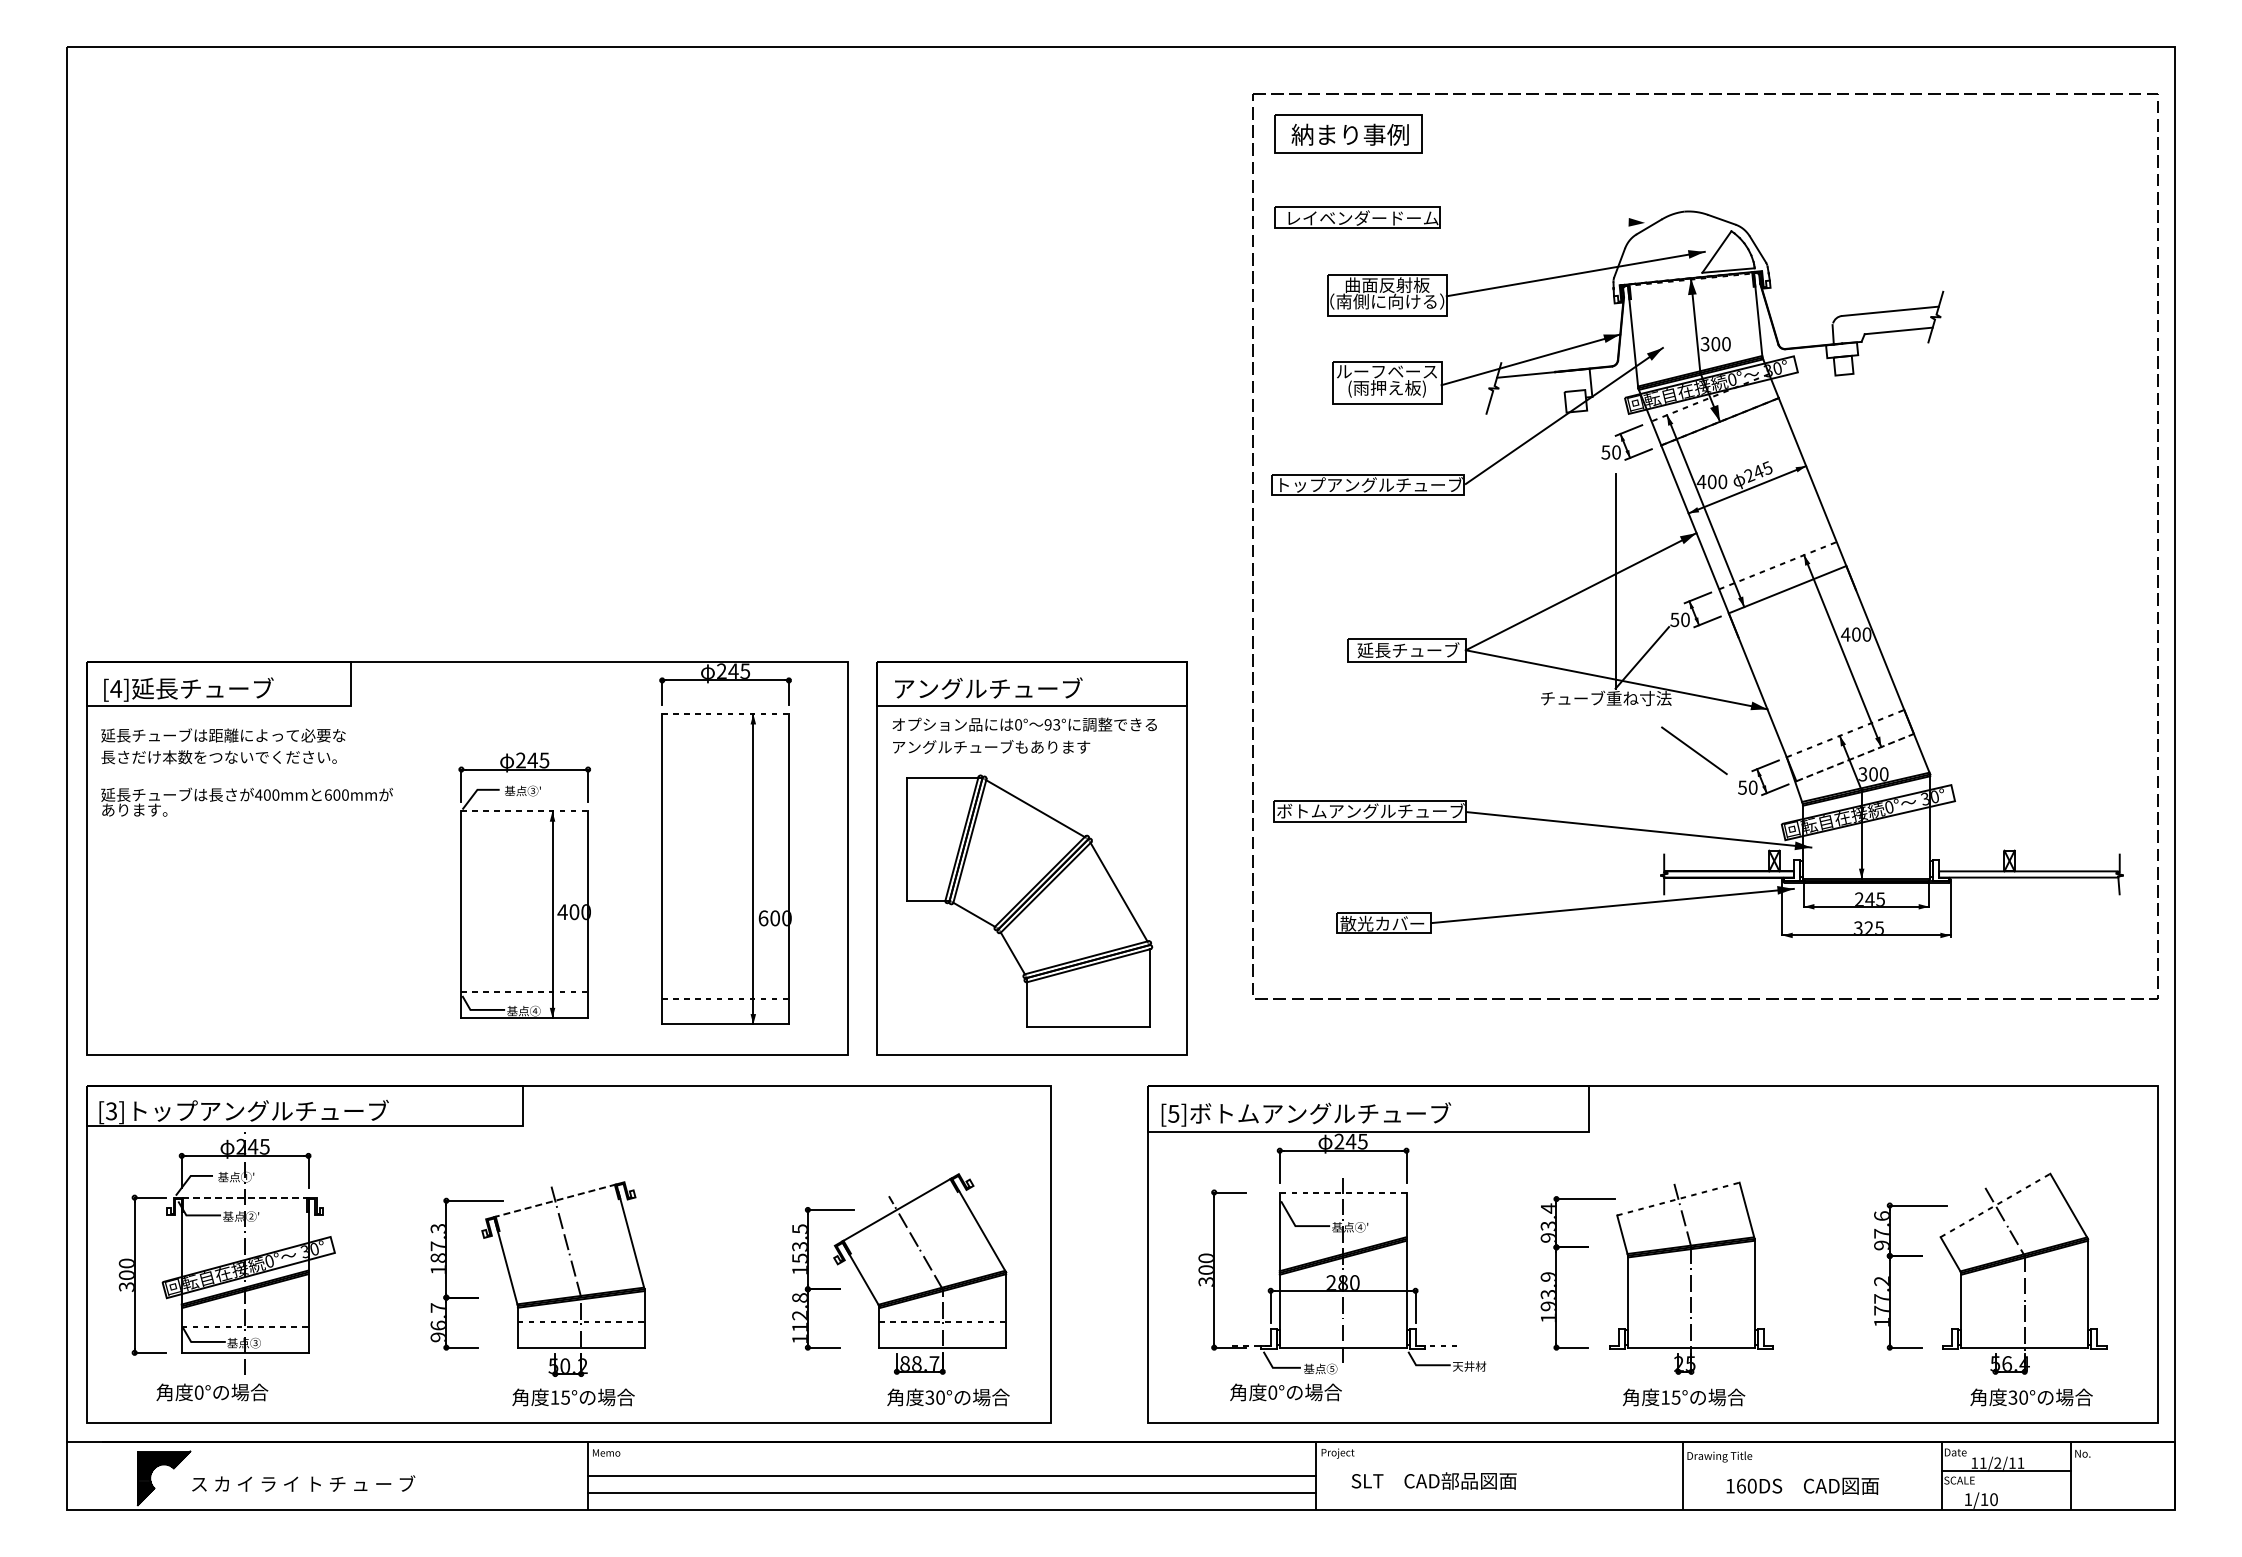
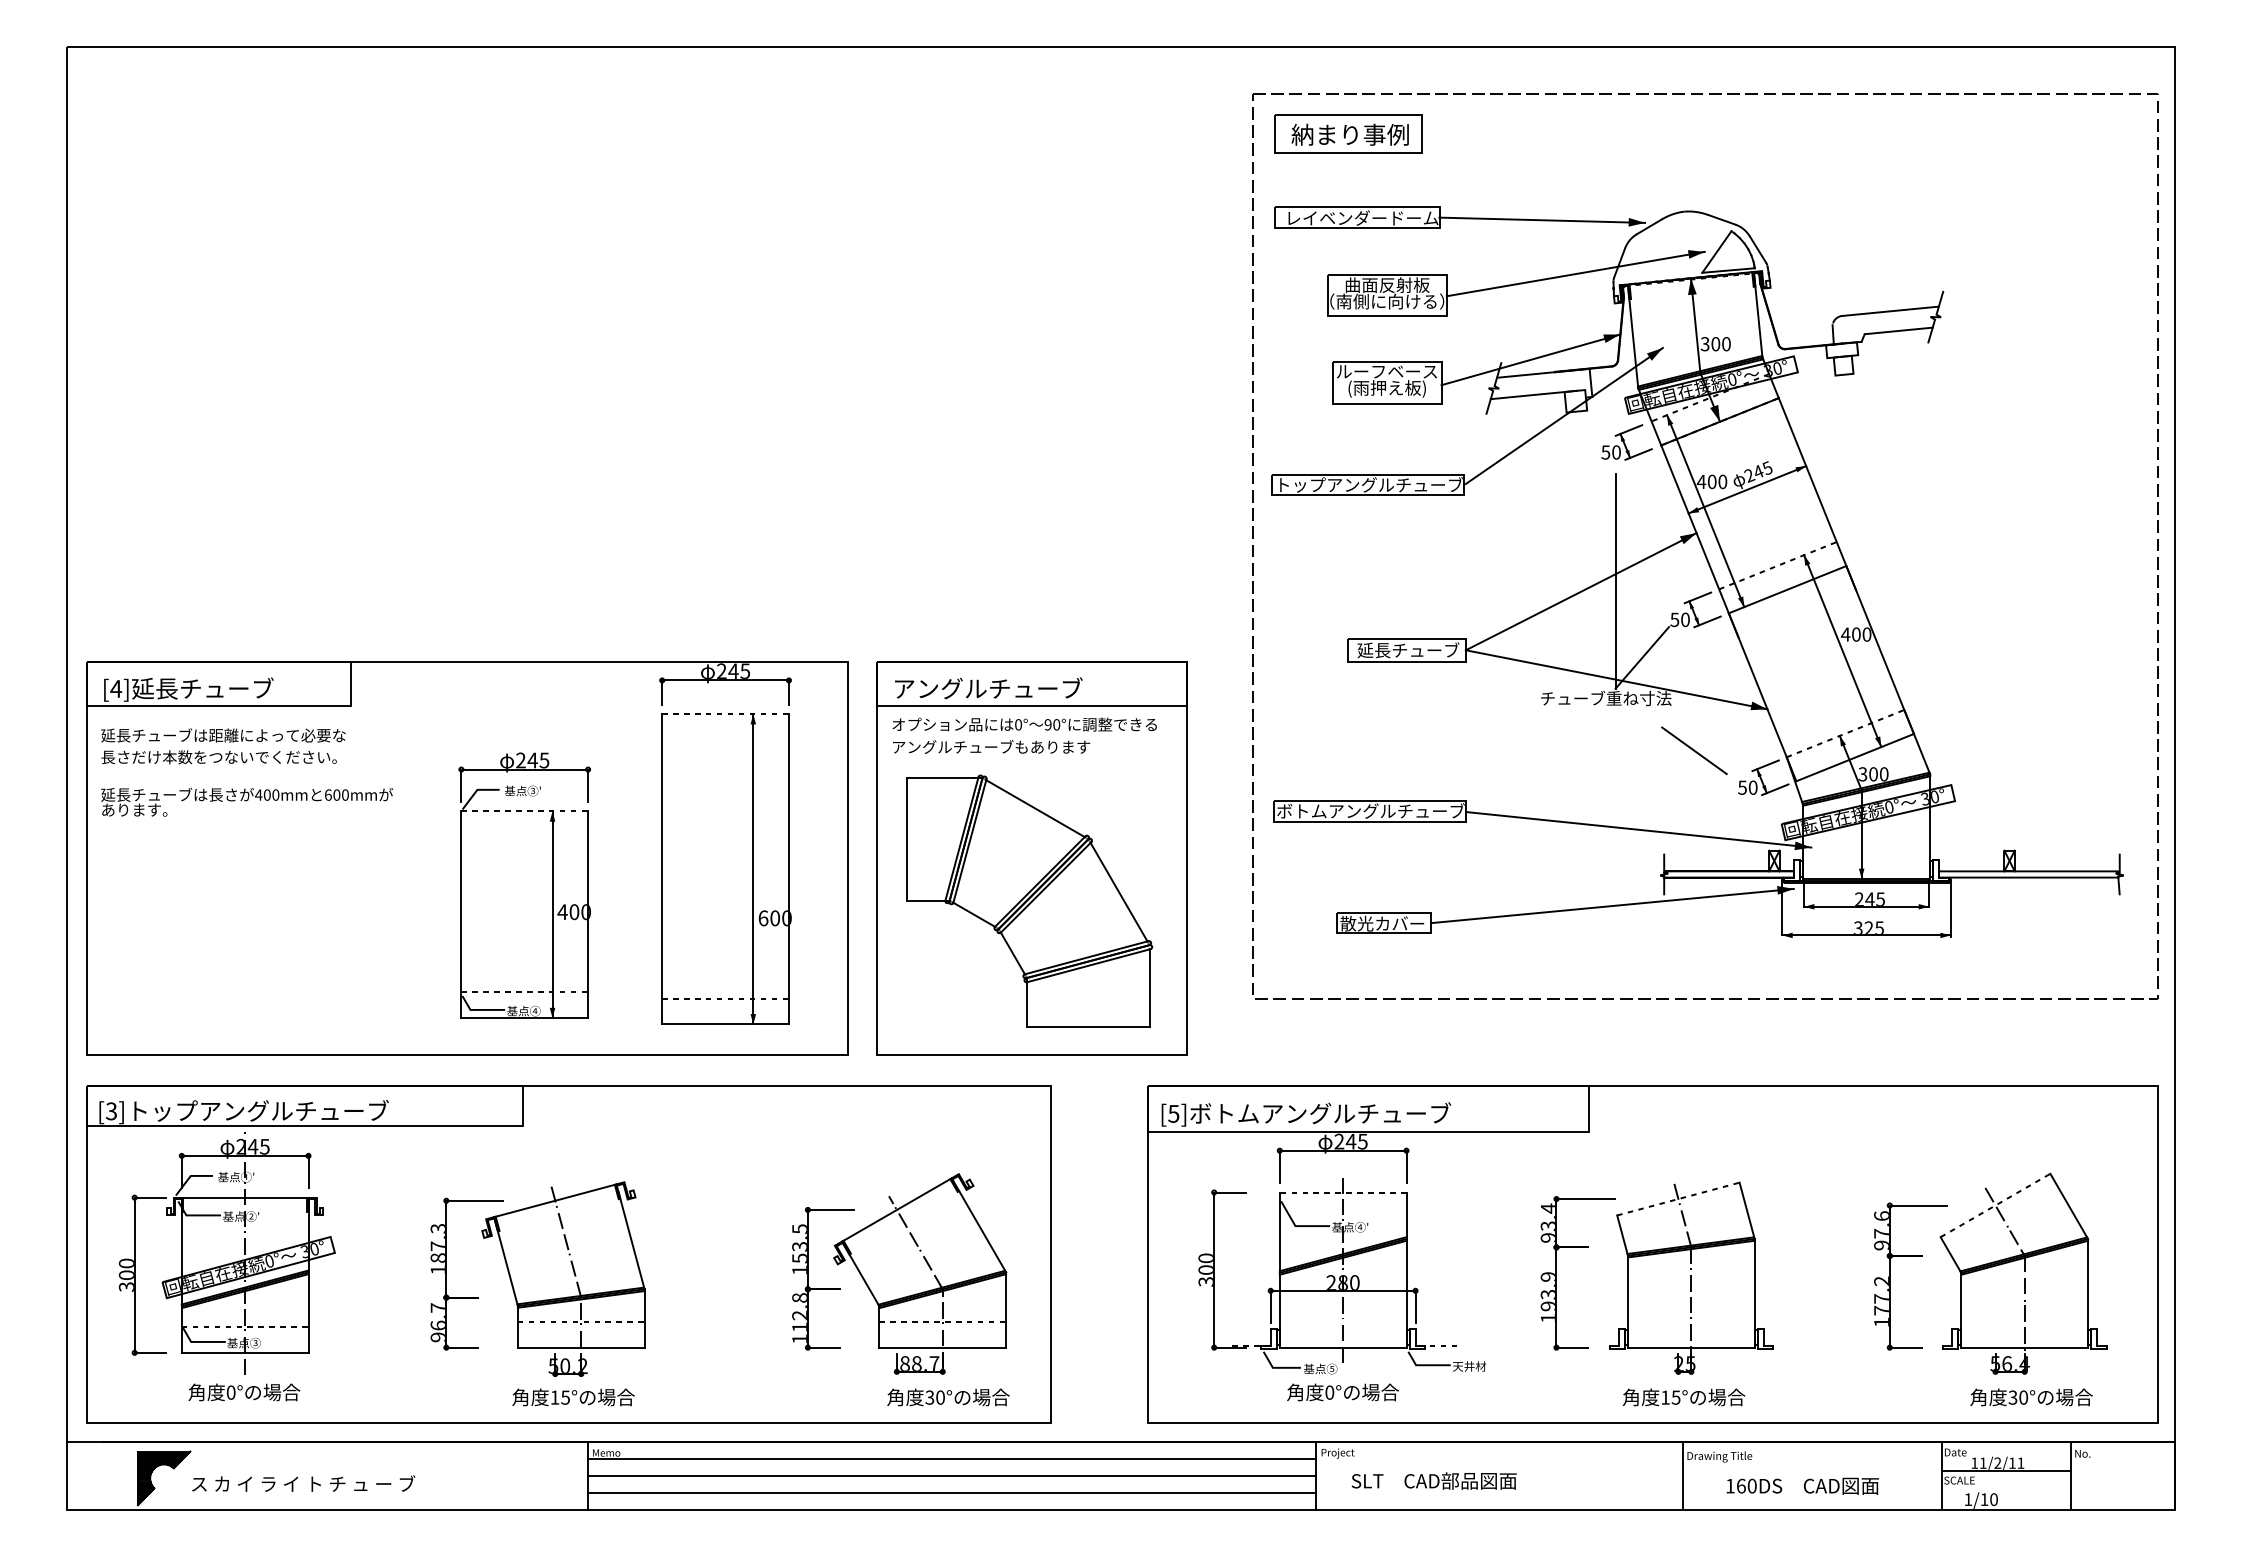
line at (1542, 219): none -> present
line at (1533, 394): none -> present
text at (1056, 724): 93° -> 90°
line at (1855, 757): dashed -> solid
line at (245, 1197): dashed -> solid
line at (554, 1200): dashed -> solid
text at (212, 1392) position: (212, 1392) -> (244, 1392)
text at (1285, 1392) position: (1285, 1392) -> (1342, 1392)
line at (951, 1459): none -> present
